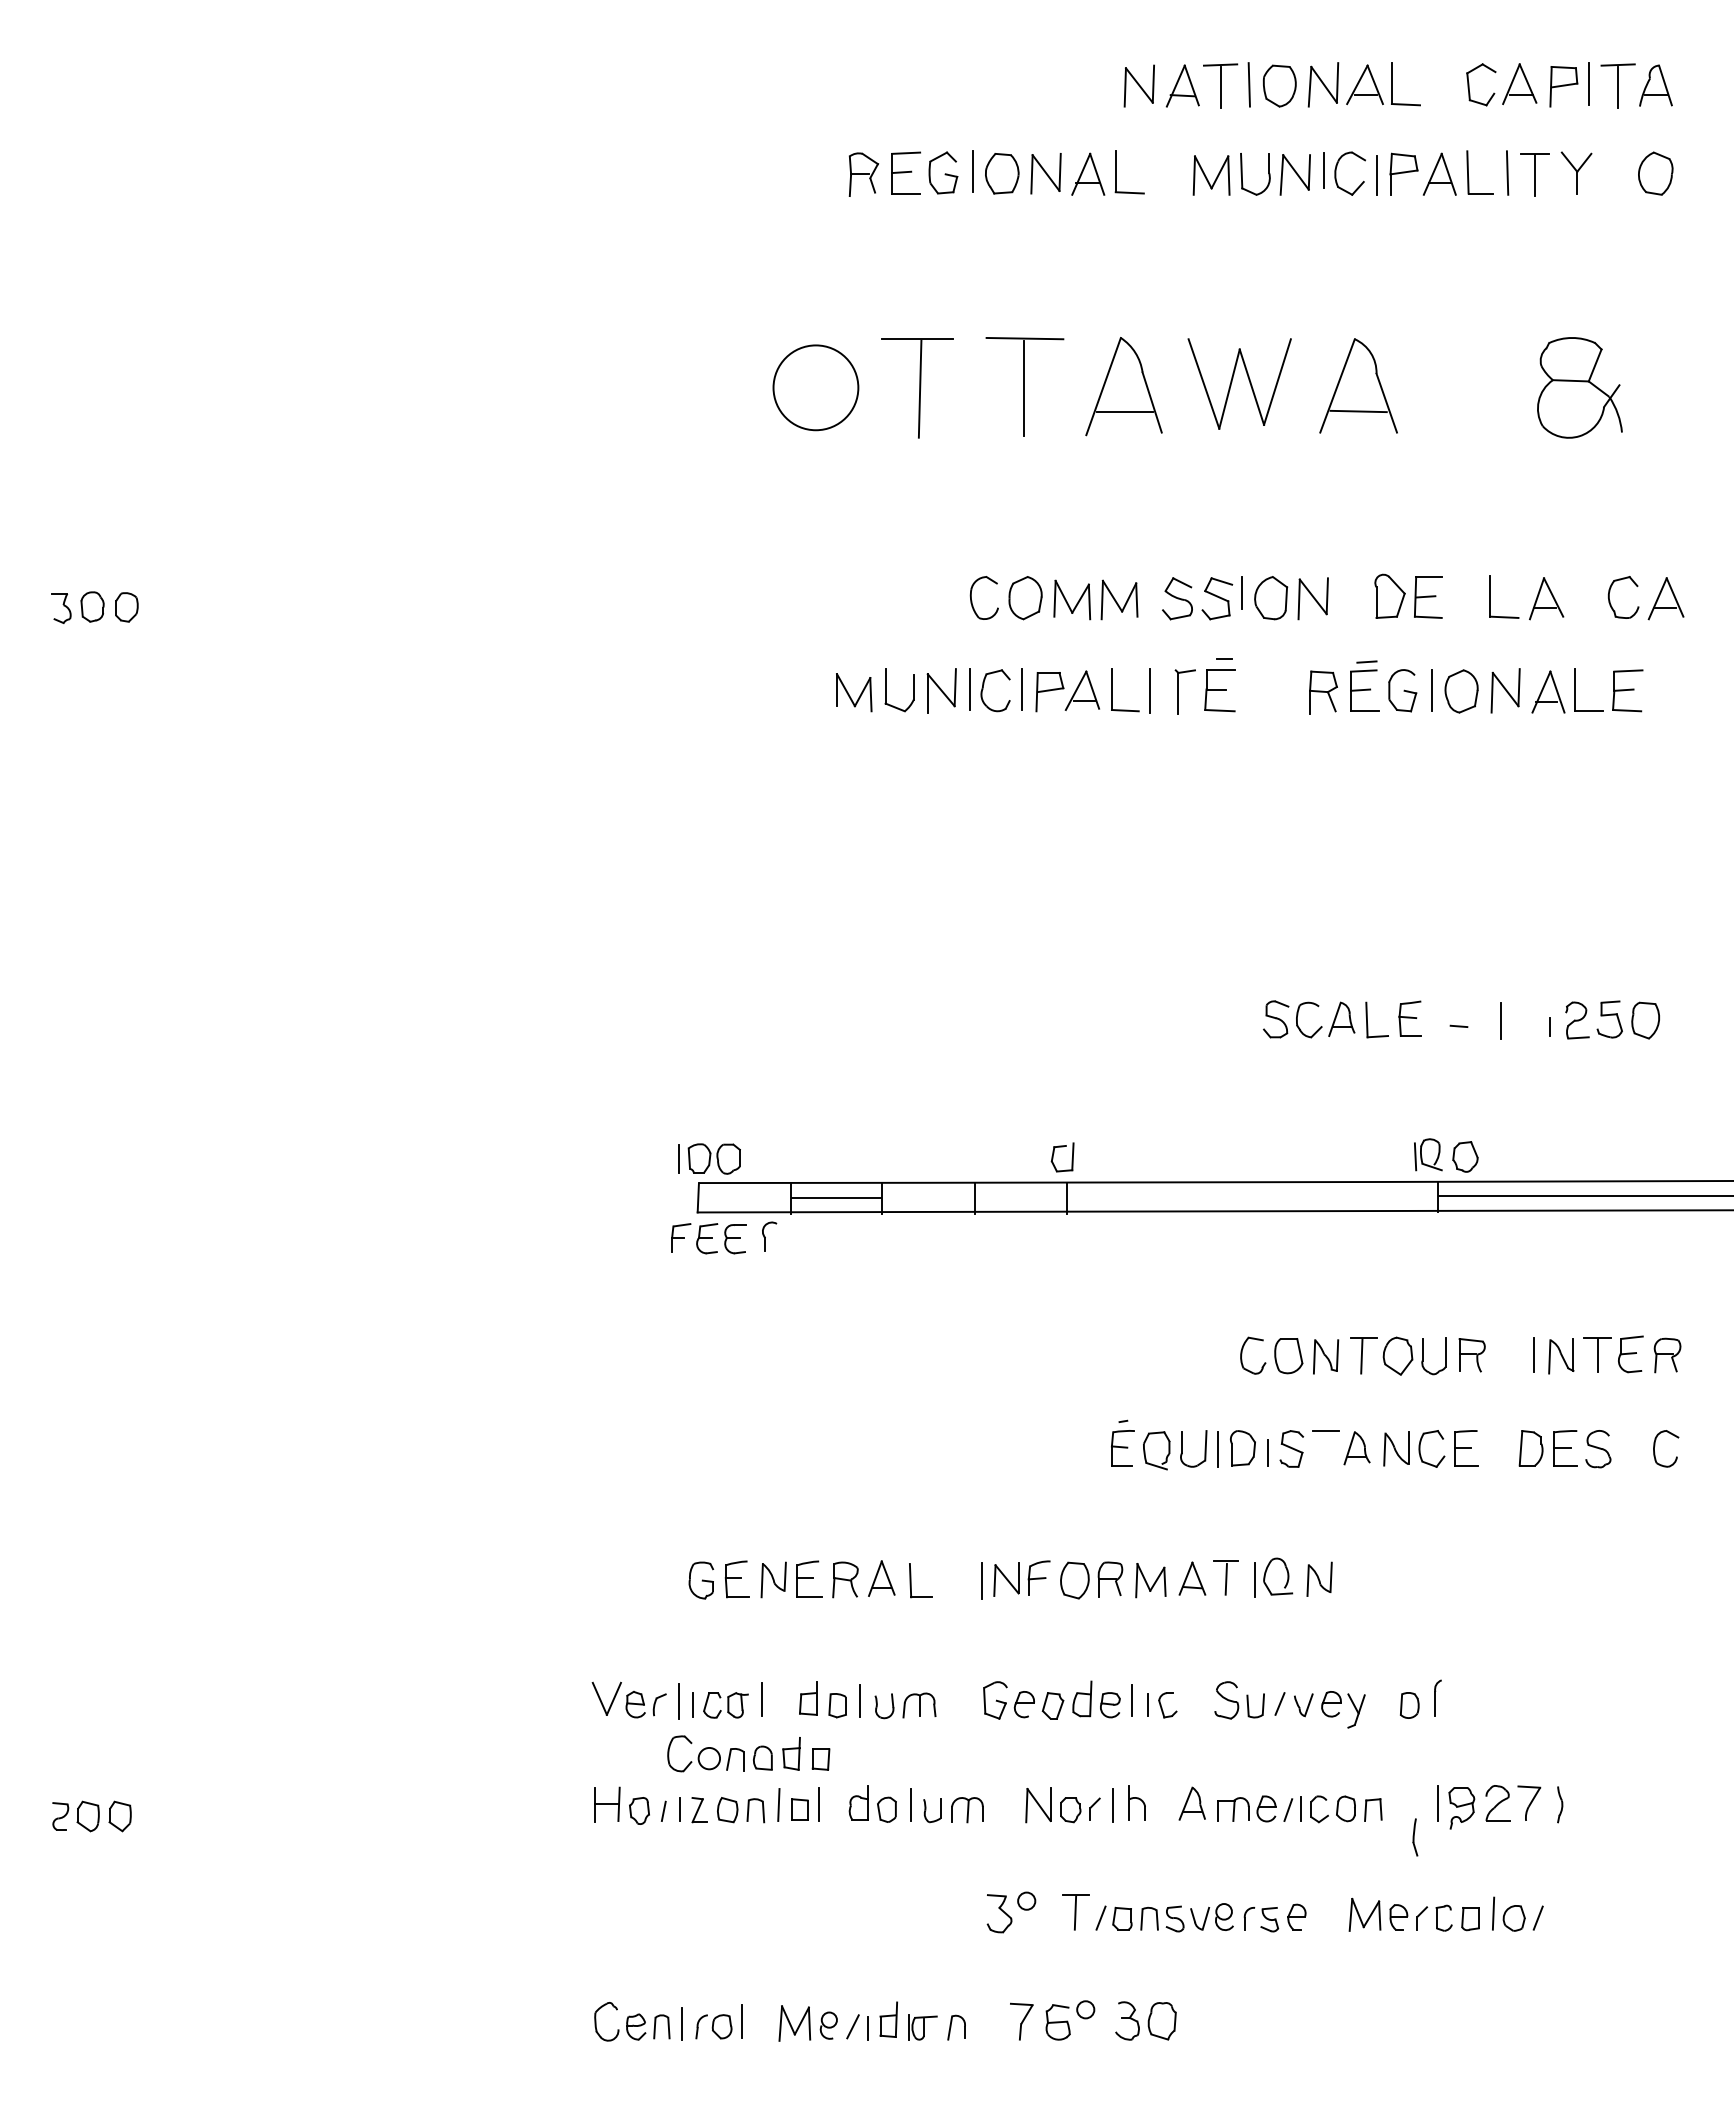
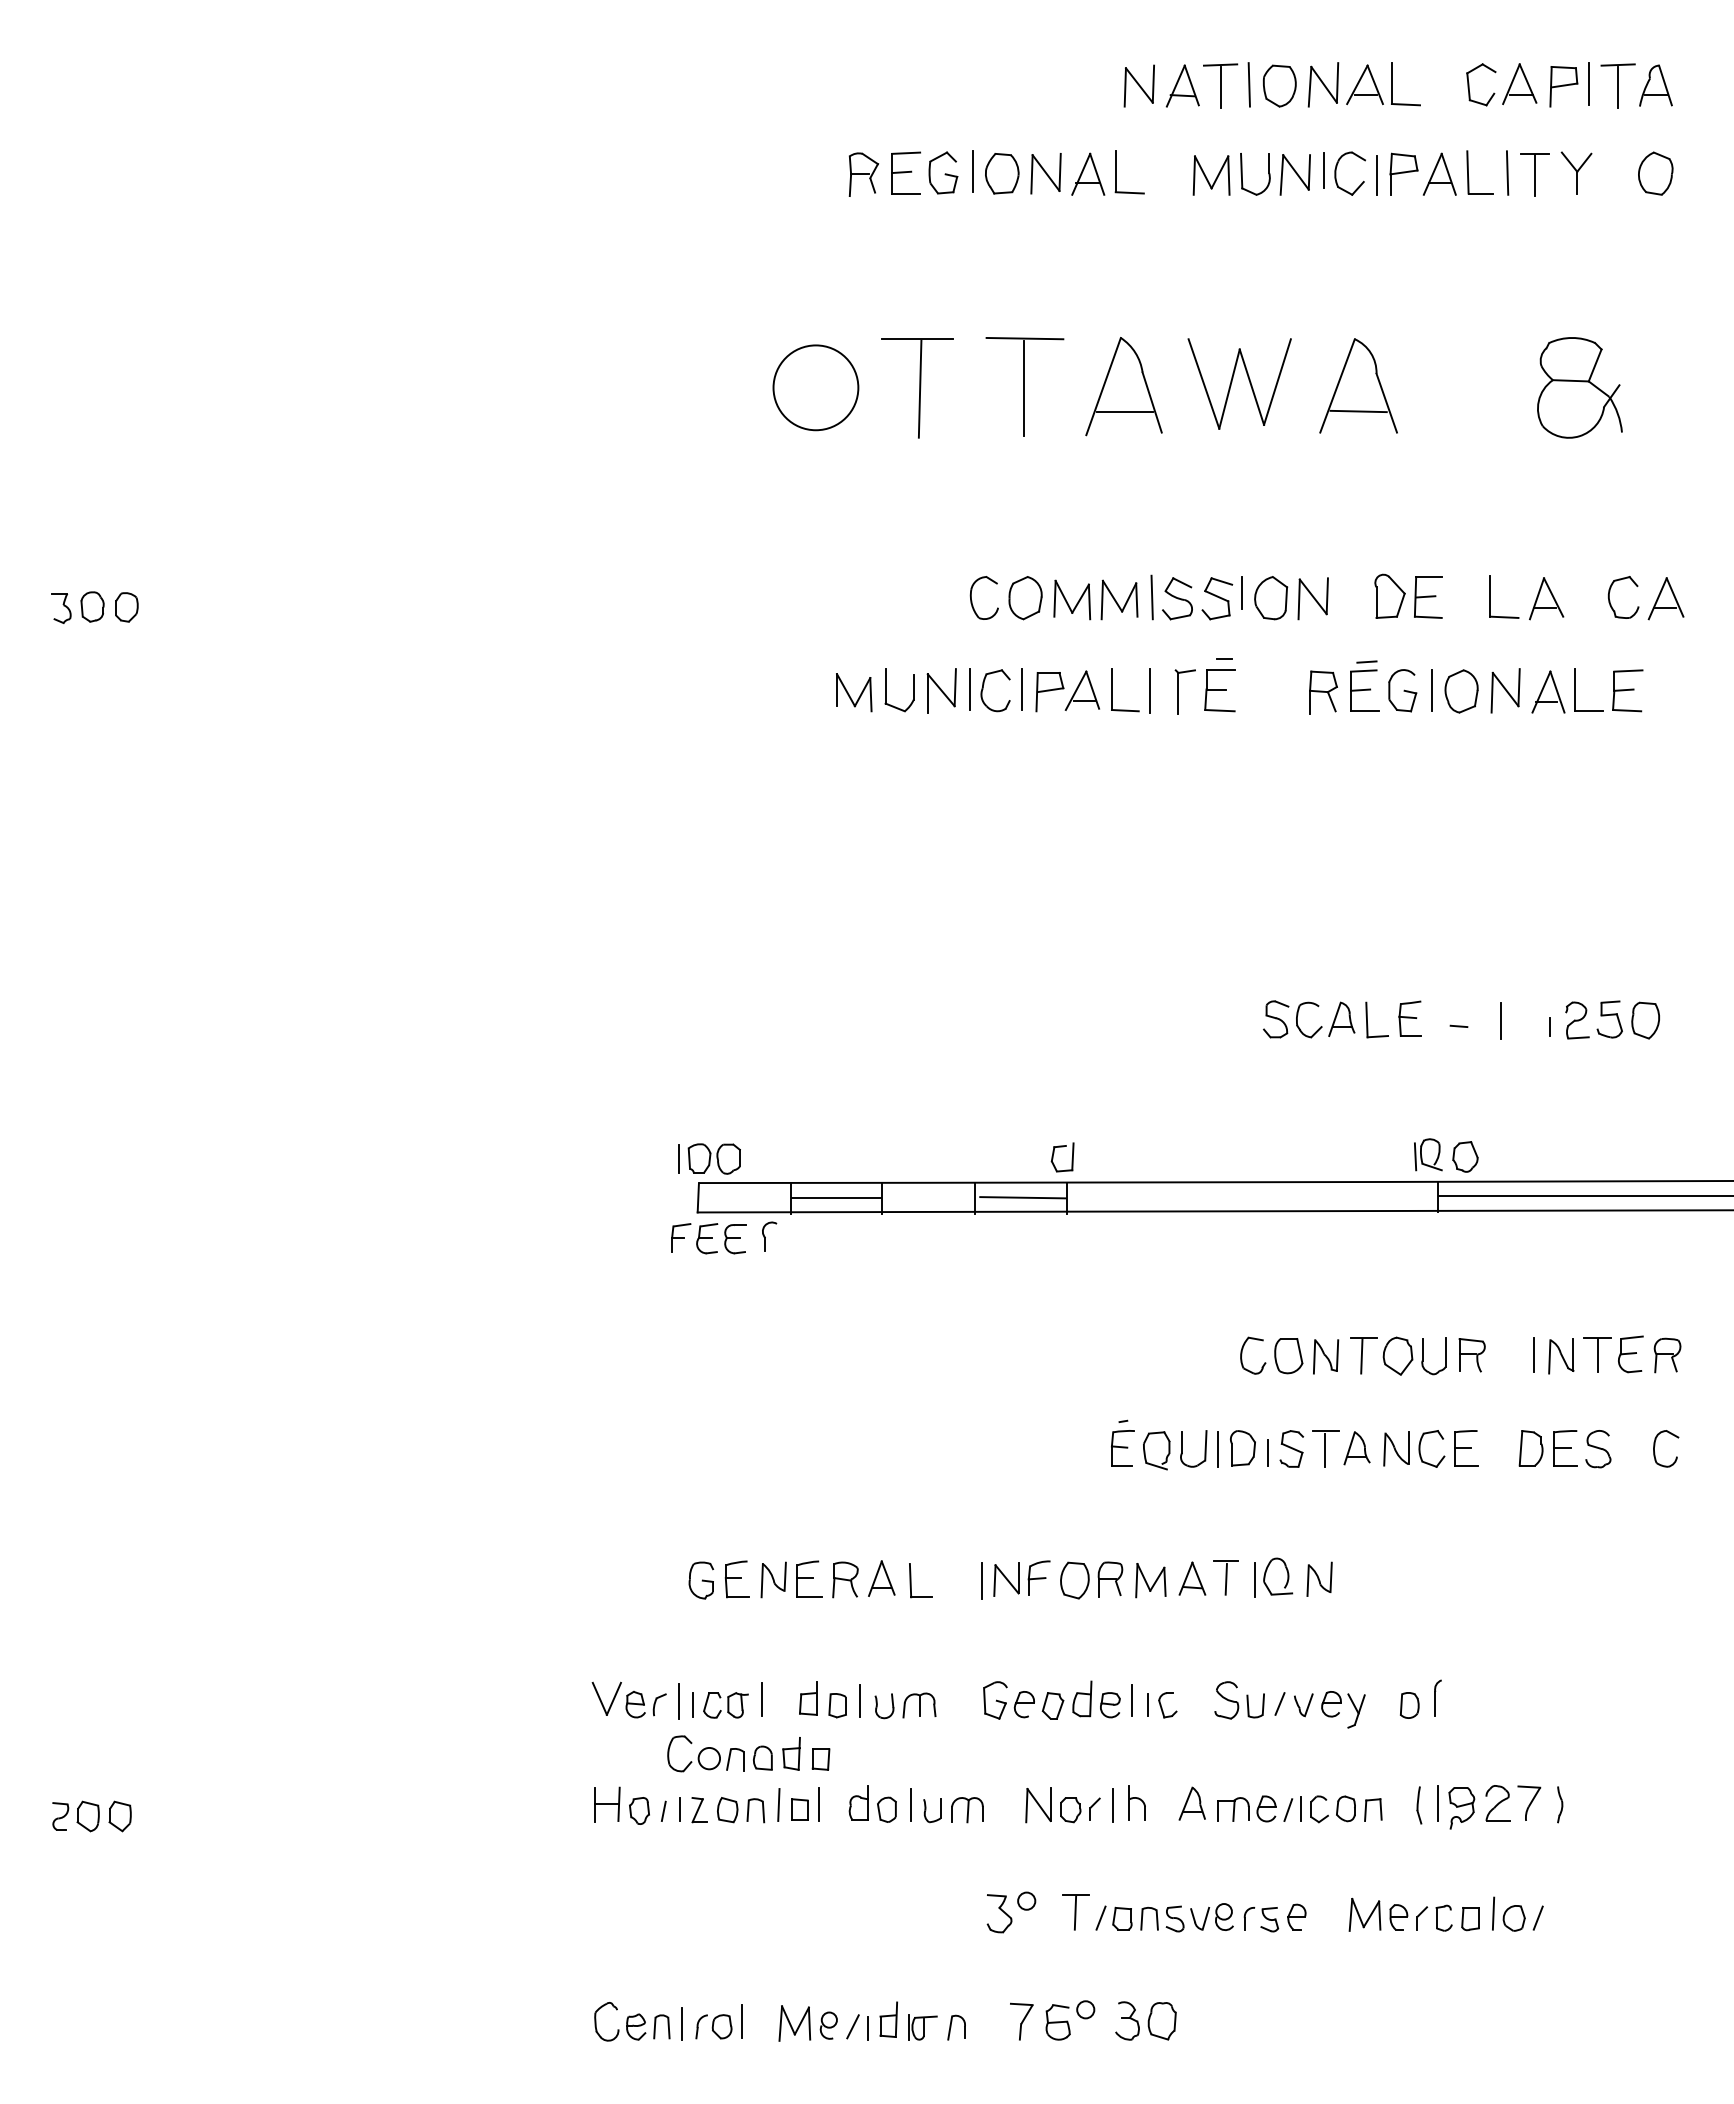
line at (1151, 597): none -> present
line at (1022, 1197): none -> present
line at (1325, 1449): none -> present
part at (1415, 1837) position: (1415, 1837) -> (1419, 1805)
